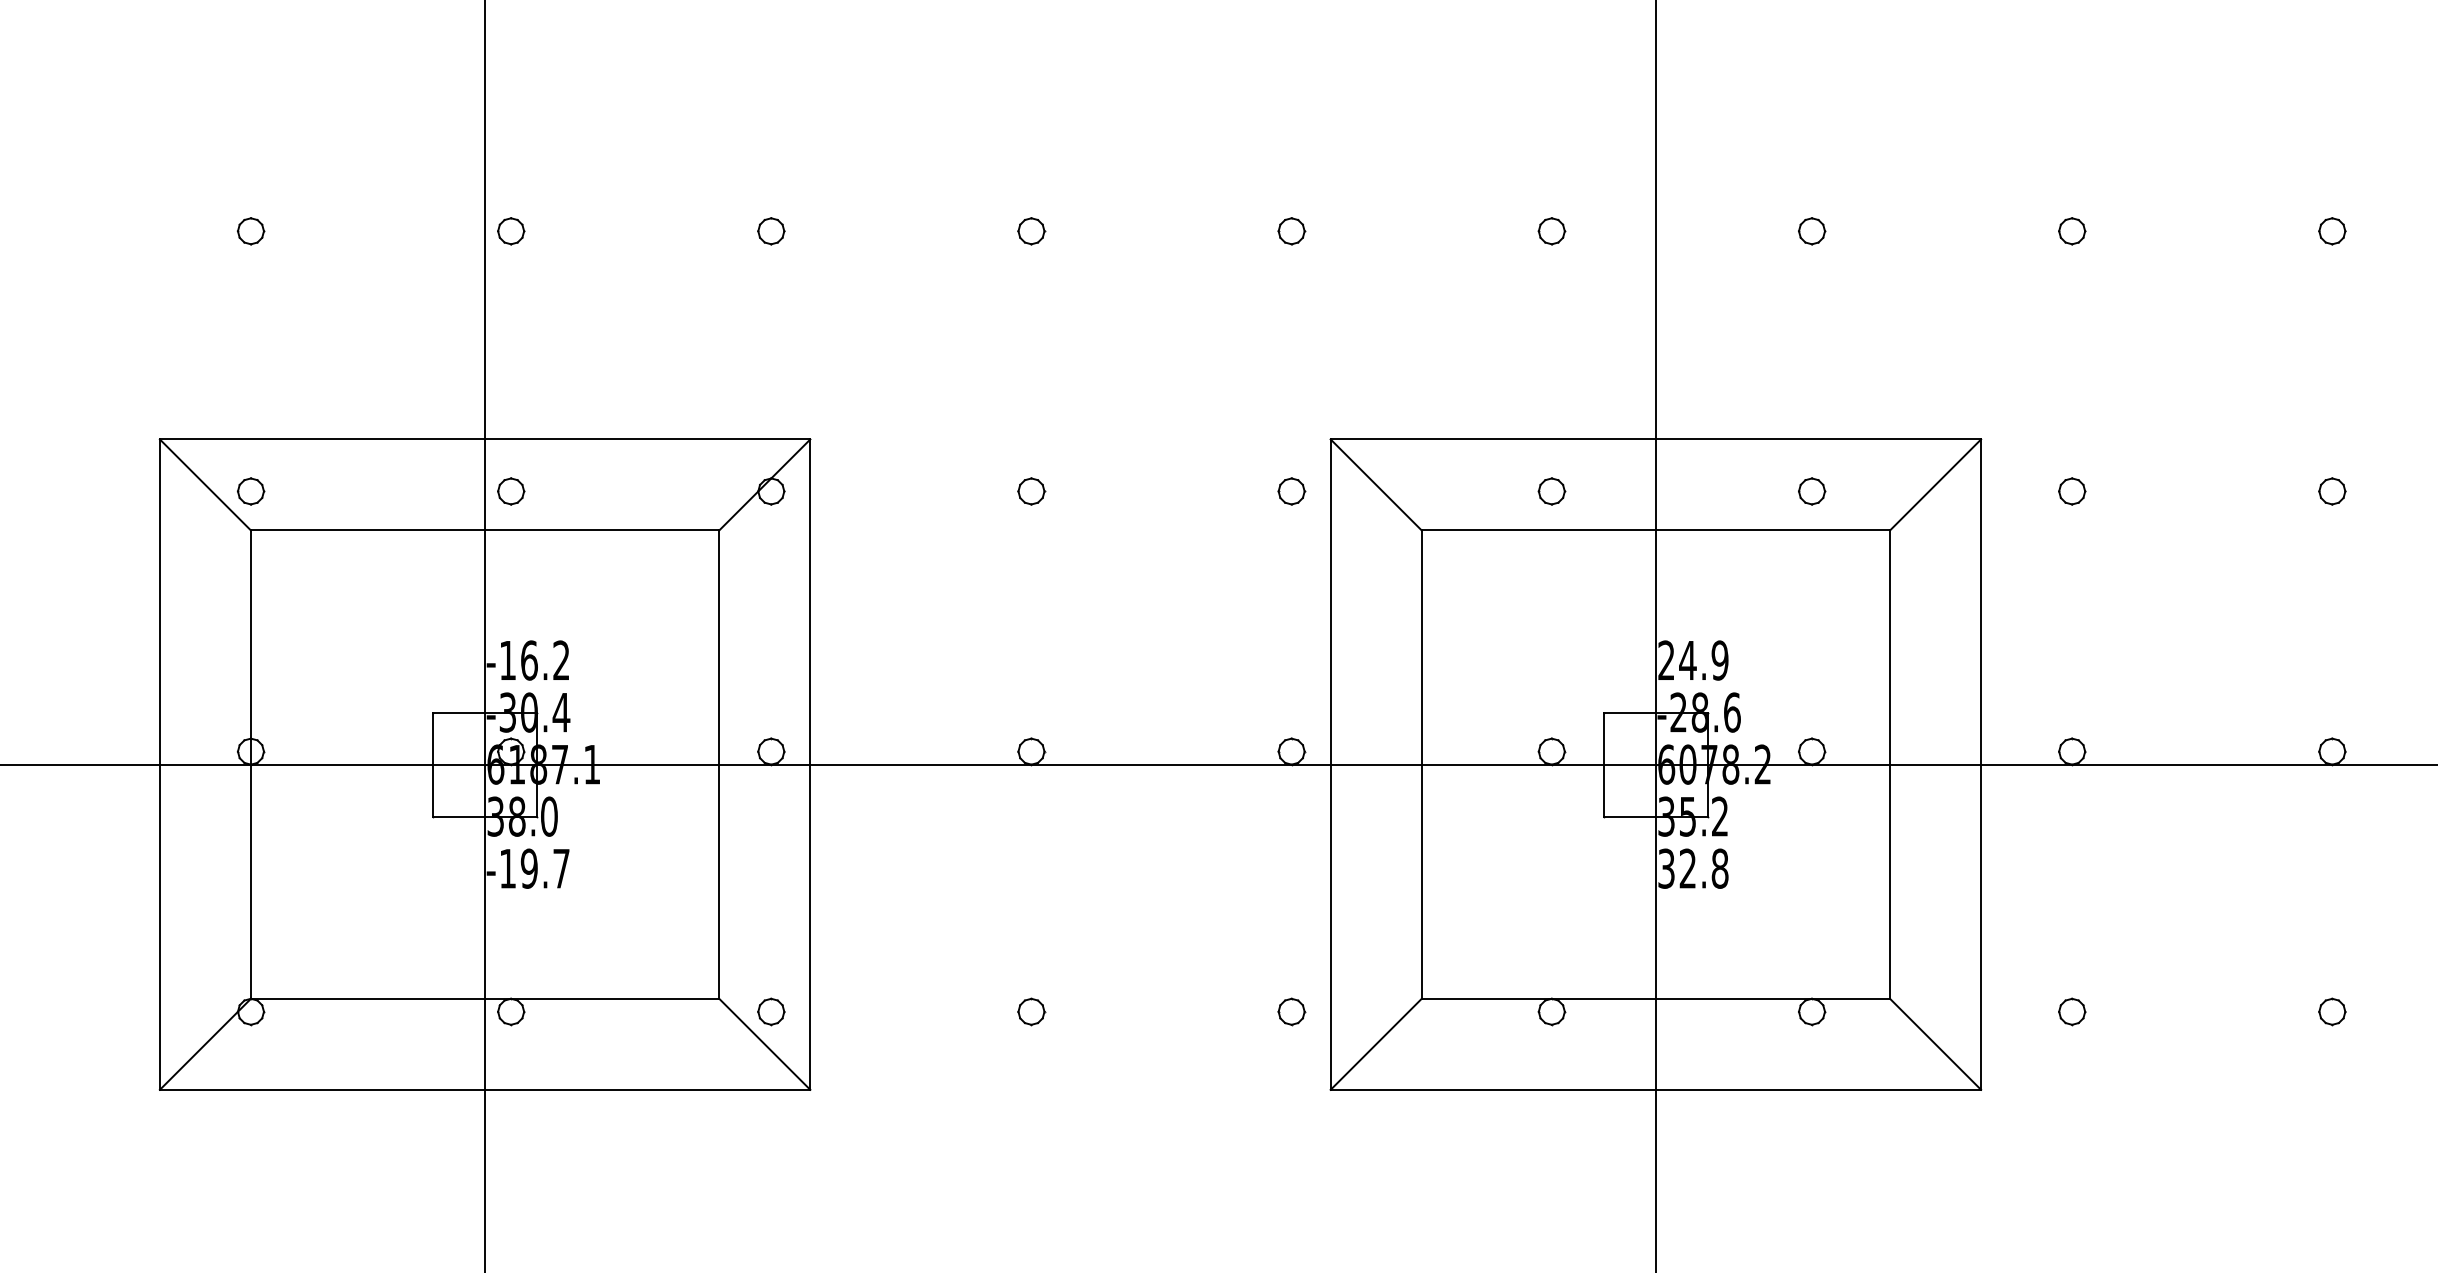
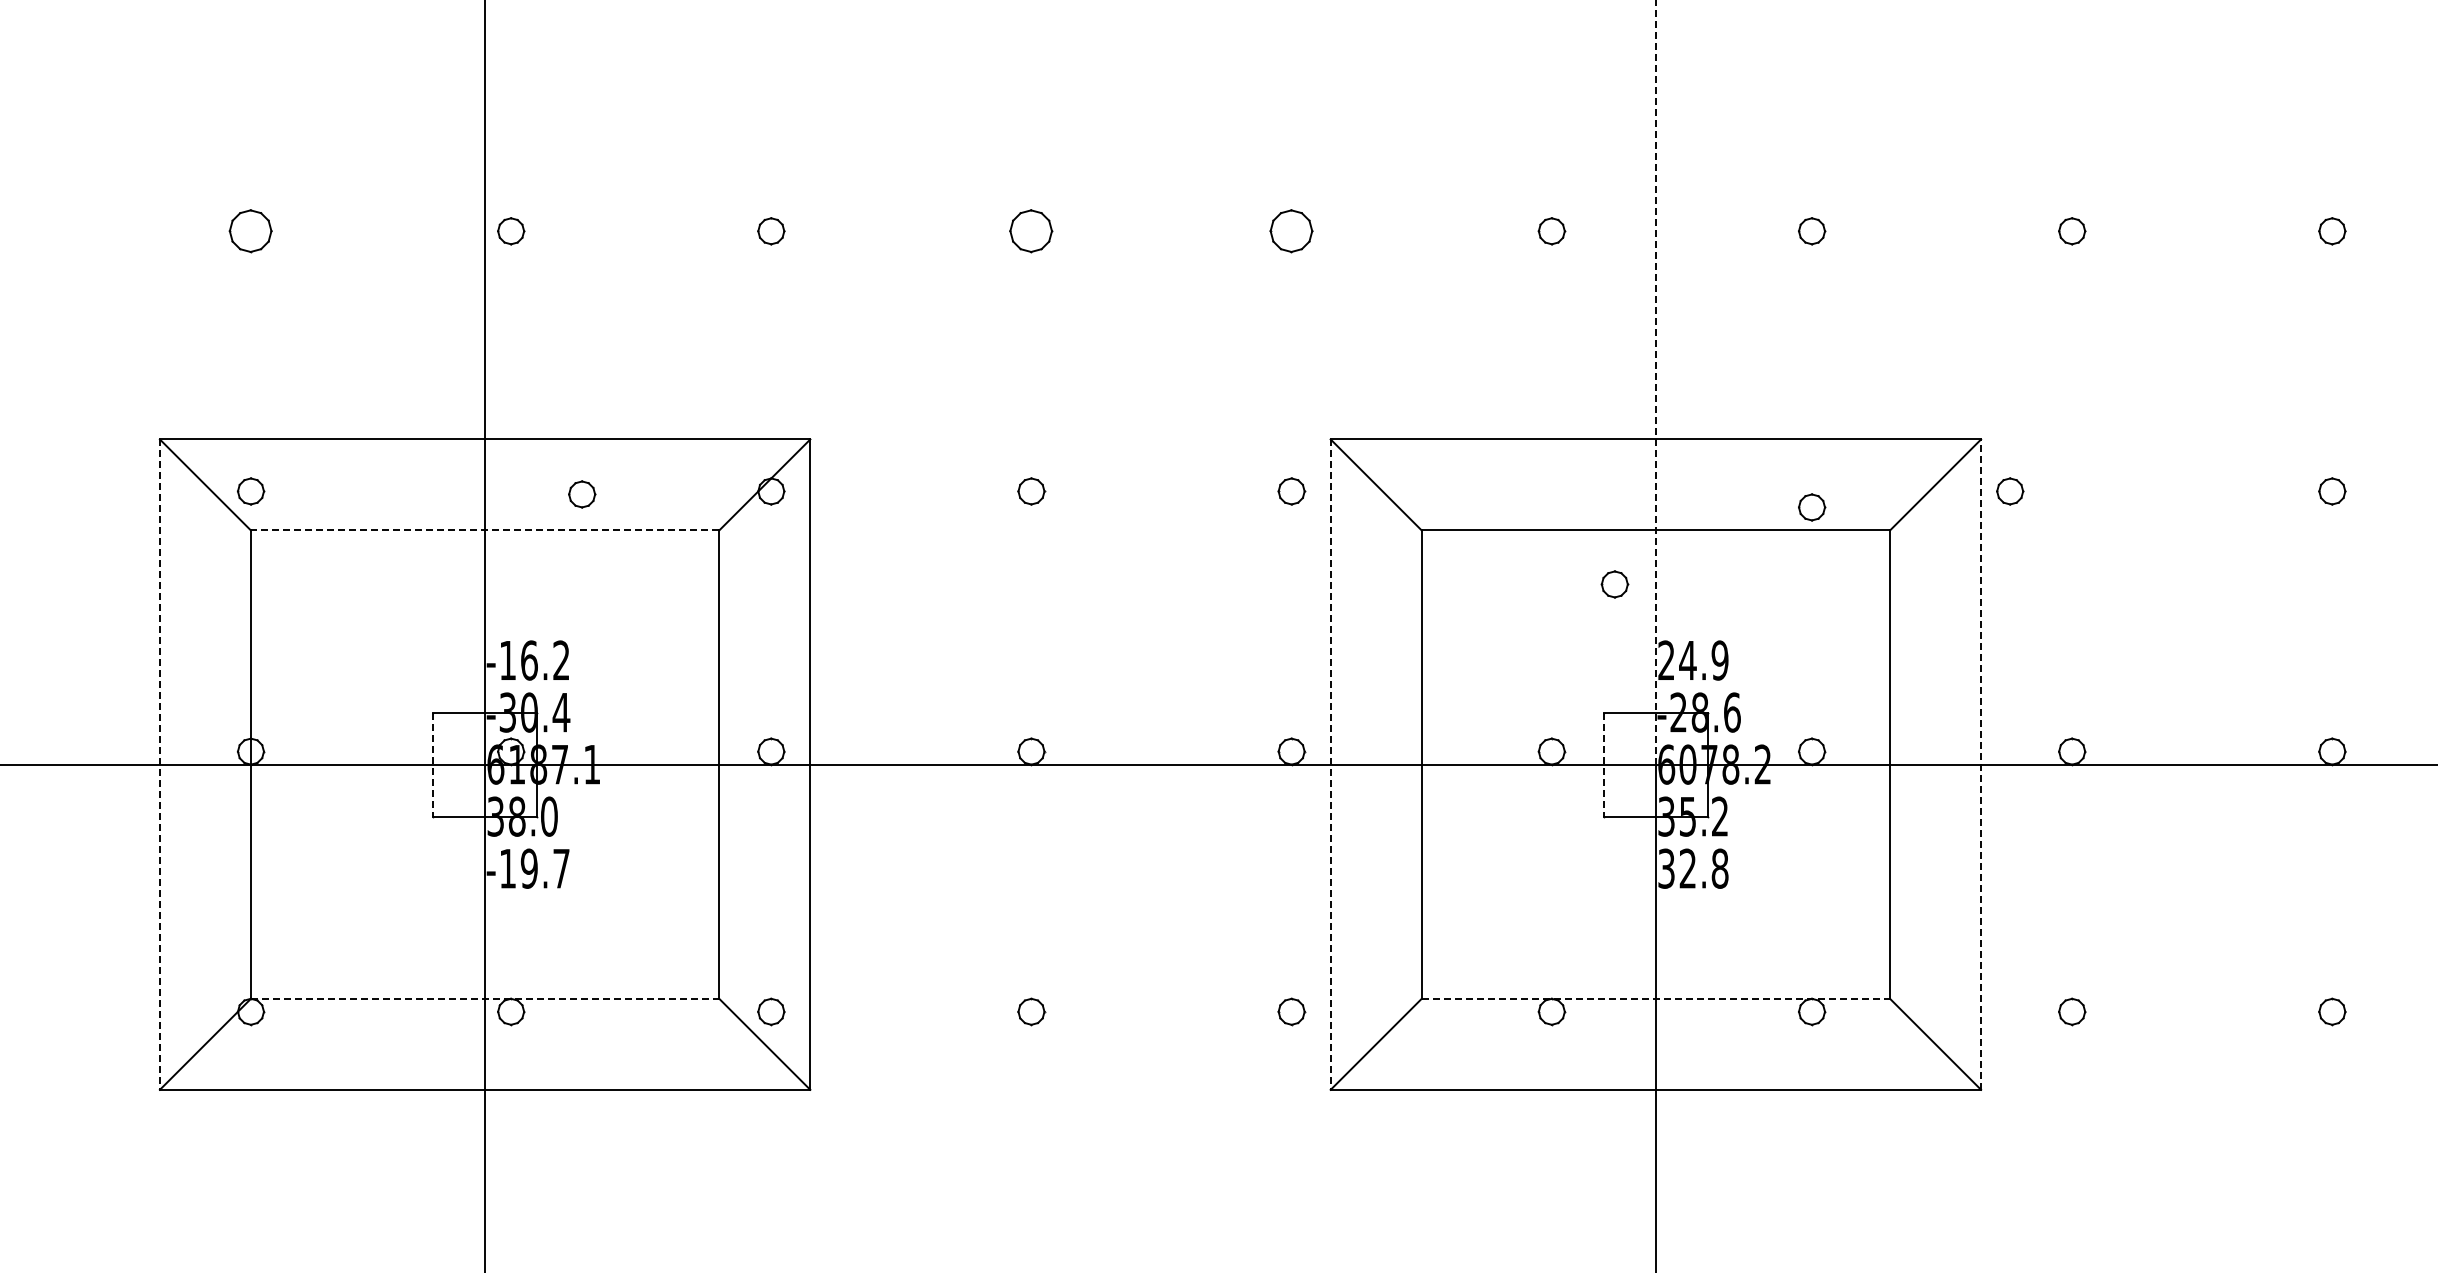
part at (251, 231) size: 29x29 px -> 45x45 px
part at (1031, 231) size: 30x29 px -> 45x45 px
part at (1291, 231) size: 30x29 px -> 45x45 px
line at (1655, 382): solid -> dashed
part at (511, 491) position: (511, 491) -> (582, 494)
part at (1551, 491) position: (1551, 491) -> (1614, 584)
part at (1812, 491) position: (1812, 491) -> (1812, 507)
part at (2072, 491) position: (2072, 491) -> (2010, 491)
line at (484, 530): solid -> dashed
line at (1981, 764): solid -> dashed
line at (159, 765): solid -> dashed
line at (433, 765): solid -> dashed
line at (1330, 765): solid -> dashed
line at (1603, 765): solid -> dashed
line at (485, 998): solid -> dashed
line at (1656, 998): solid -> dashed
